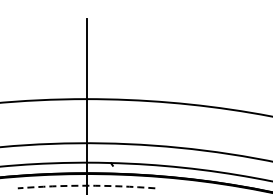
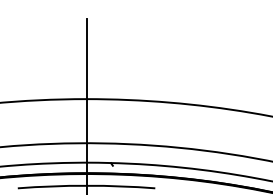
arc at (86, 185): dashed -> solid
